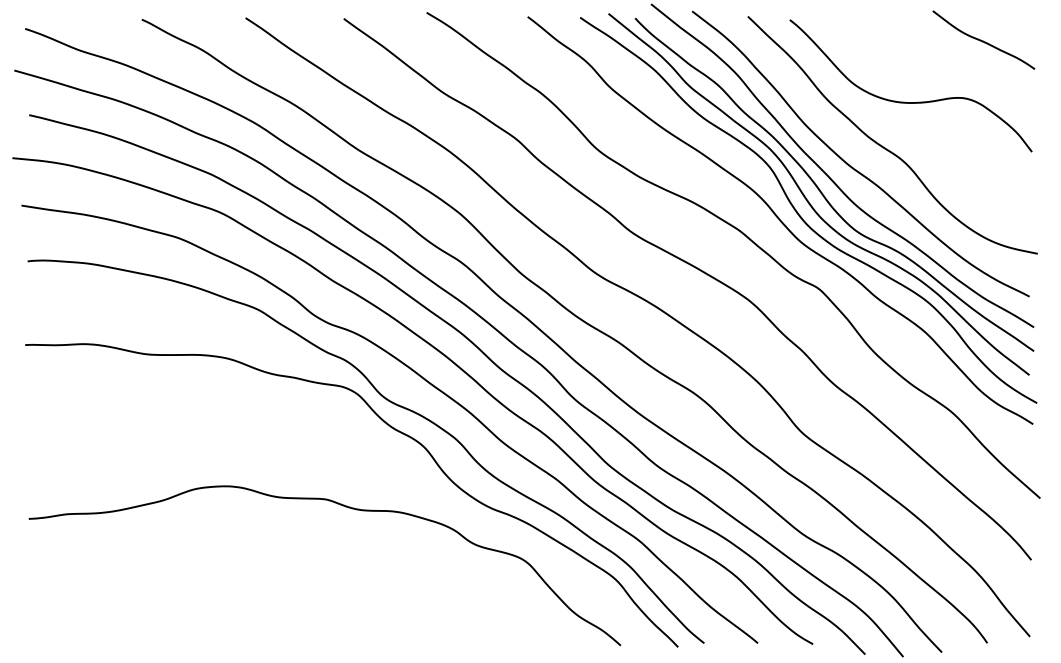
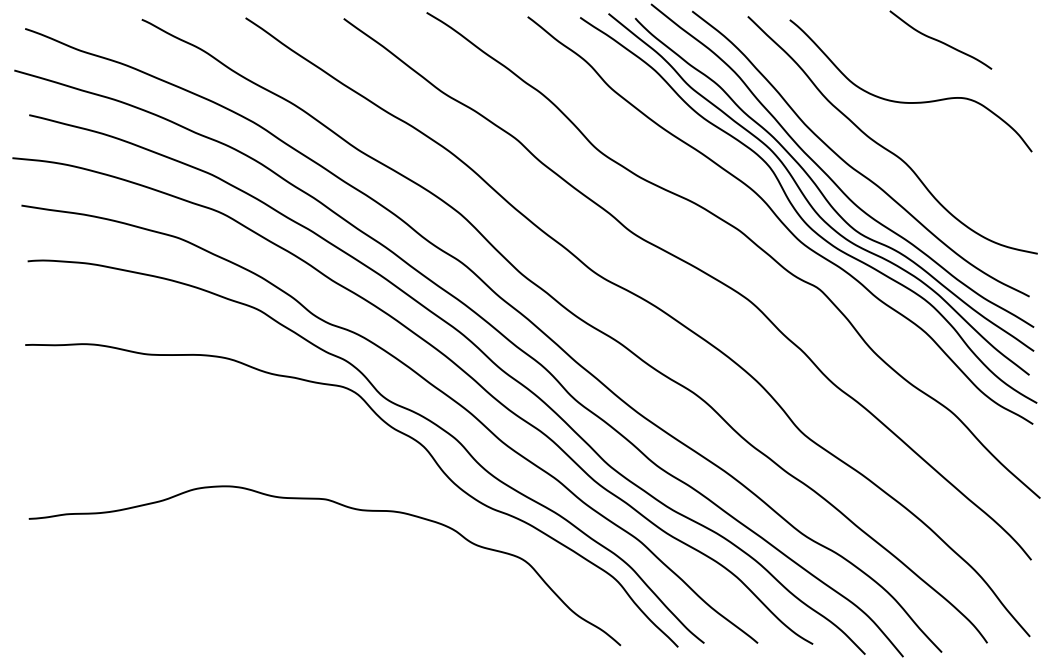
curve at (983, 40) position: (983, 40) -> (940, 40)
